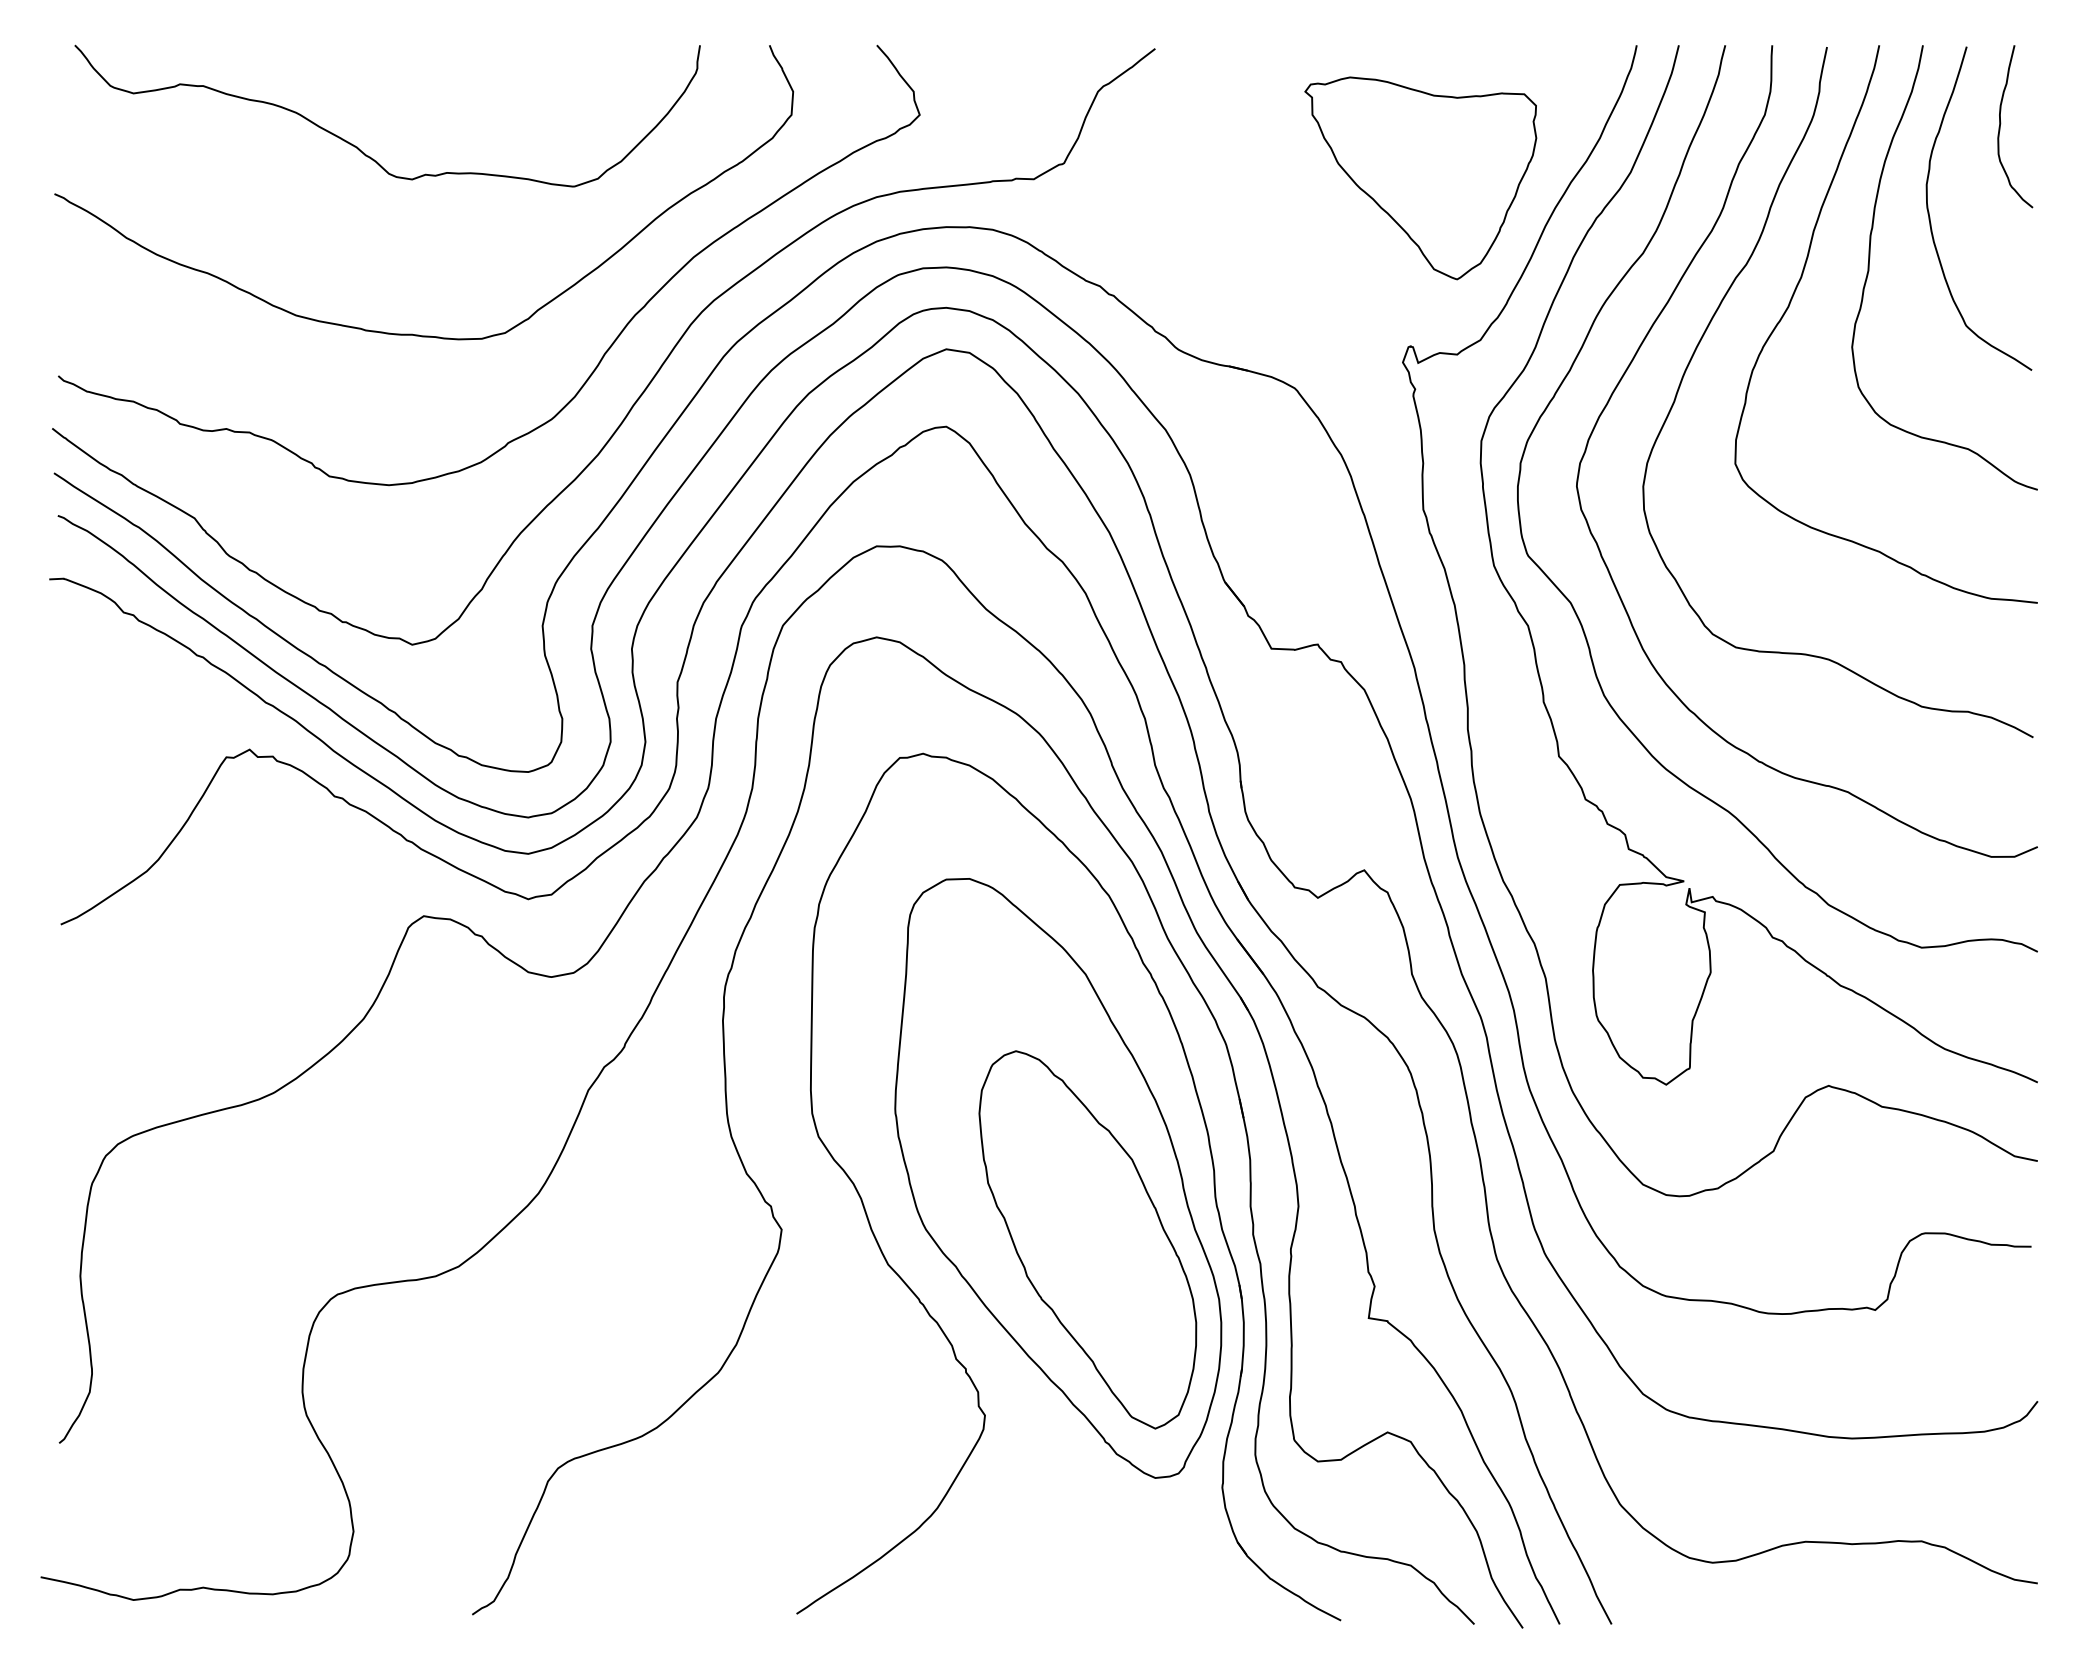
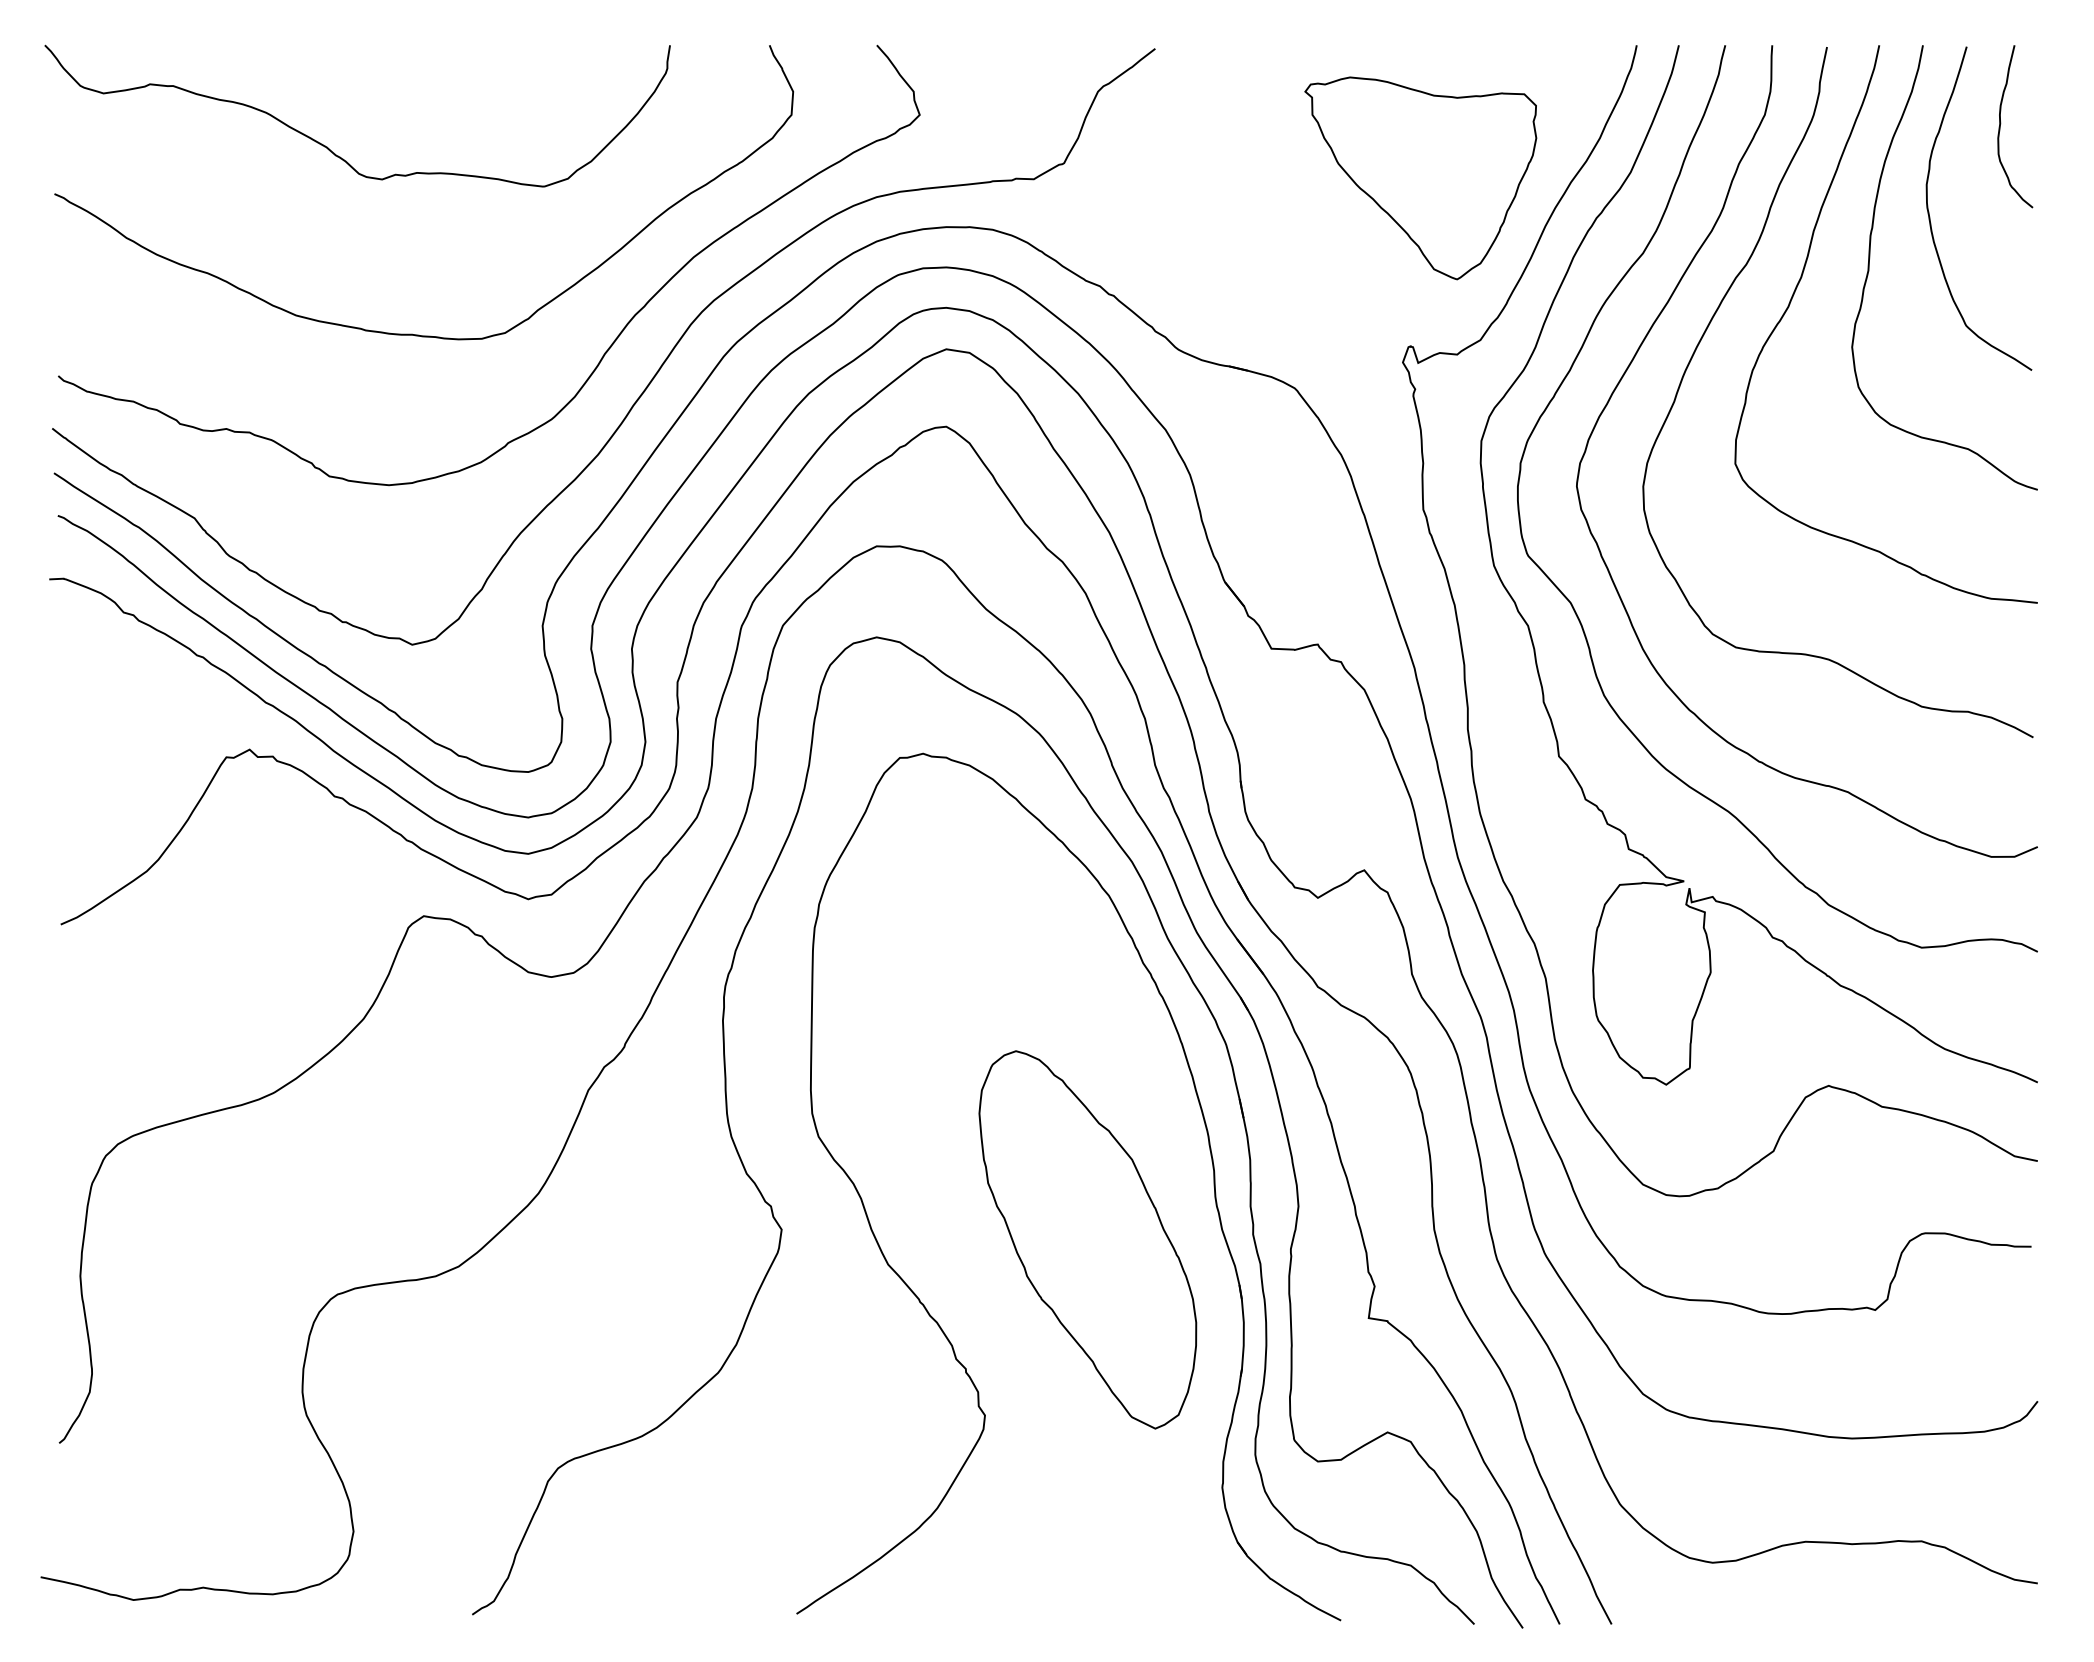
curve at (357, 146) position: (357, 146) -> (327, 146)
part at (1058, 1178): present -> none
